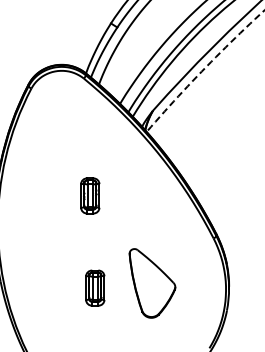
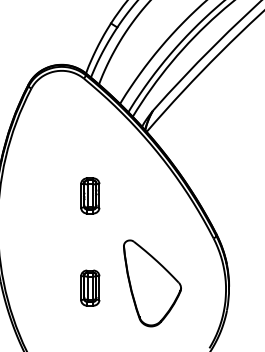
arc at (203, 69): dashed -> solid
part at (152, 283) size: 49x71 px -> 59x89 px
part at (95, 287) position: (95, 287) -> (90, 287)
